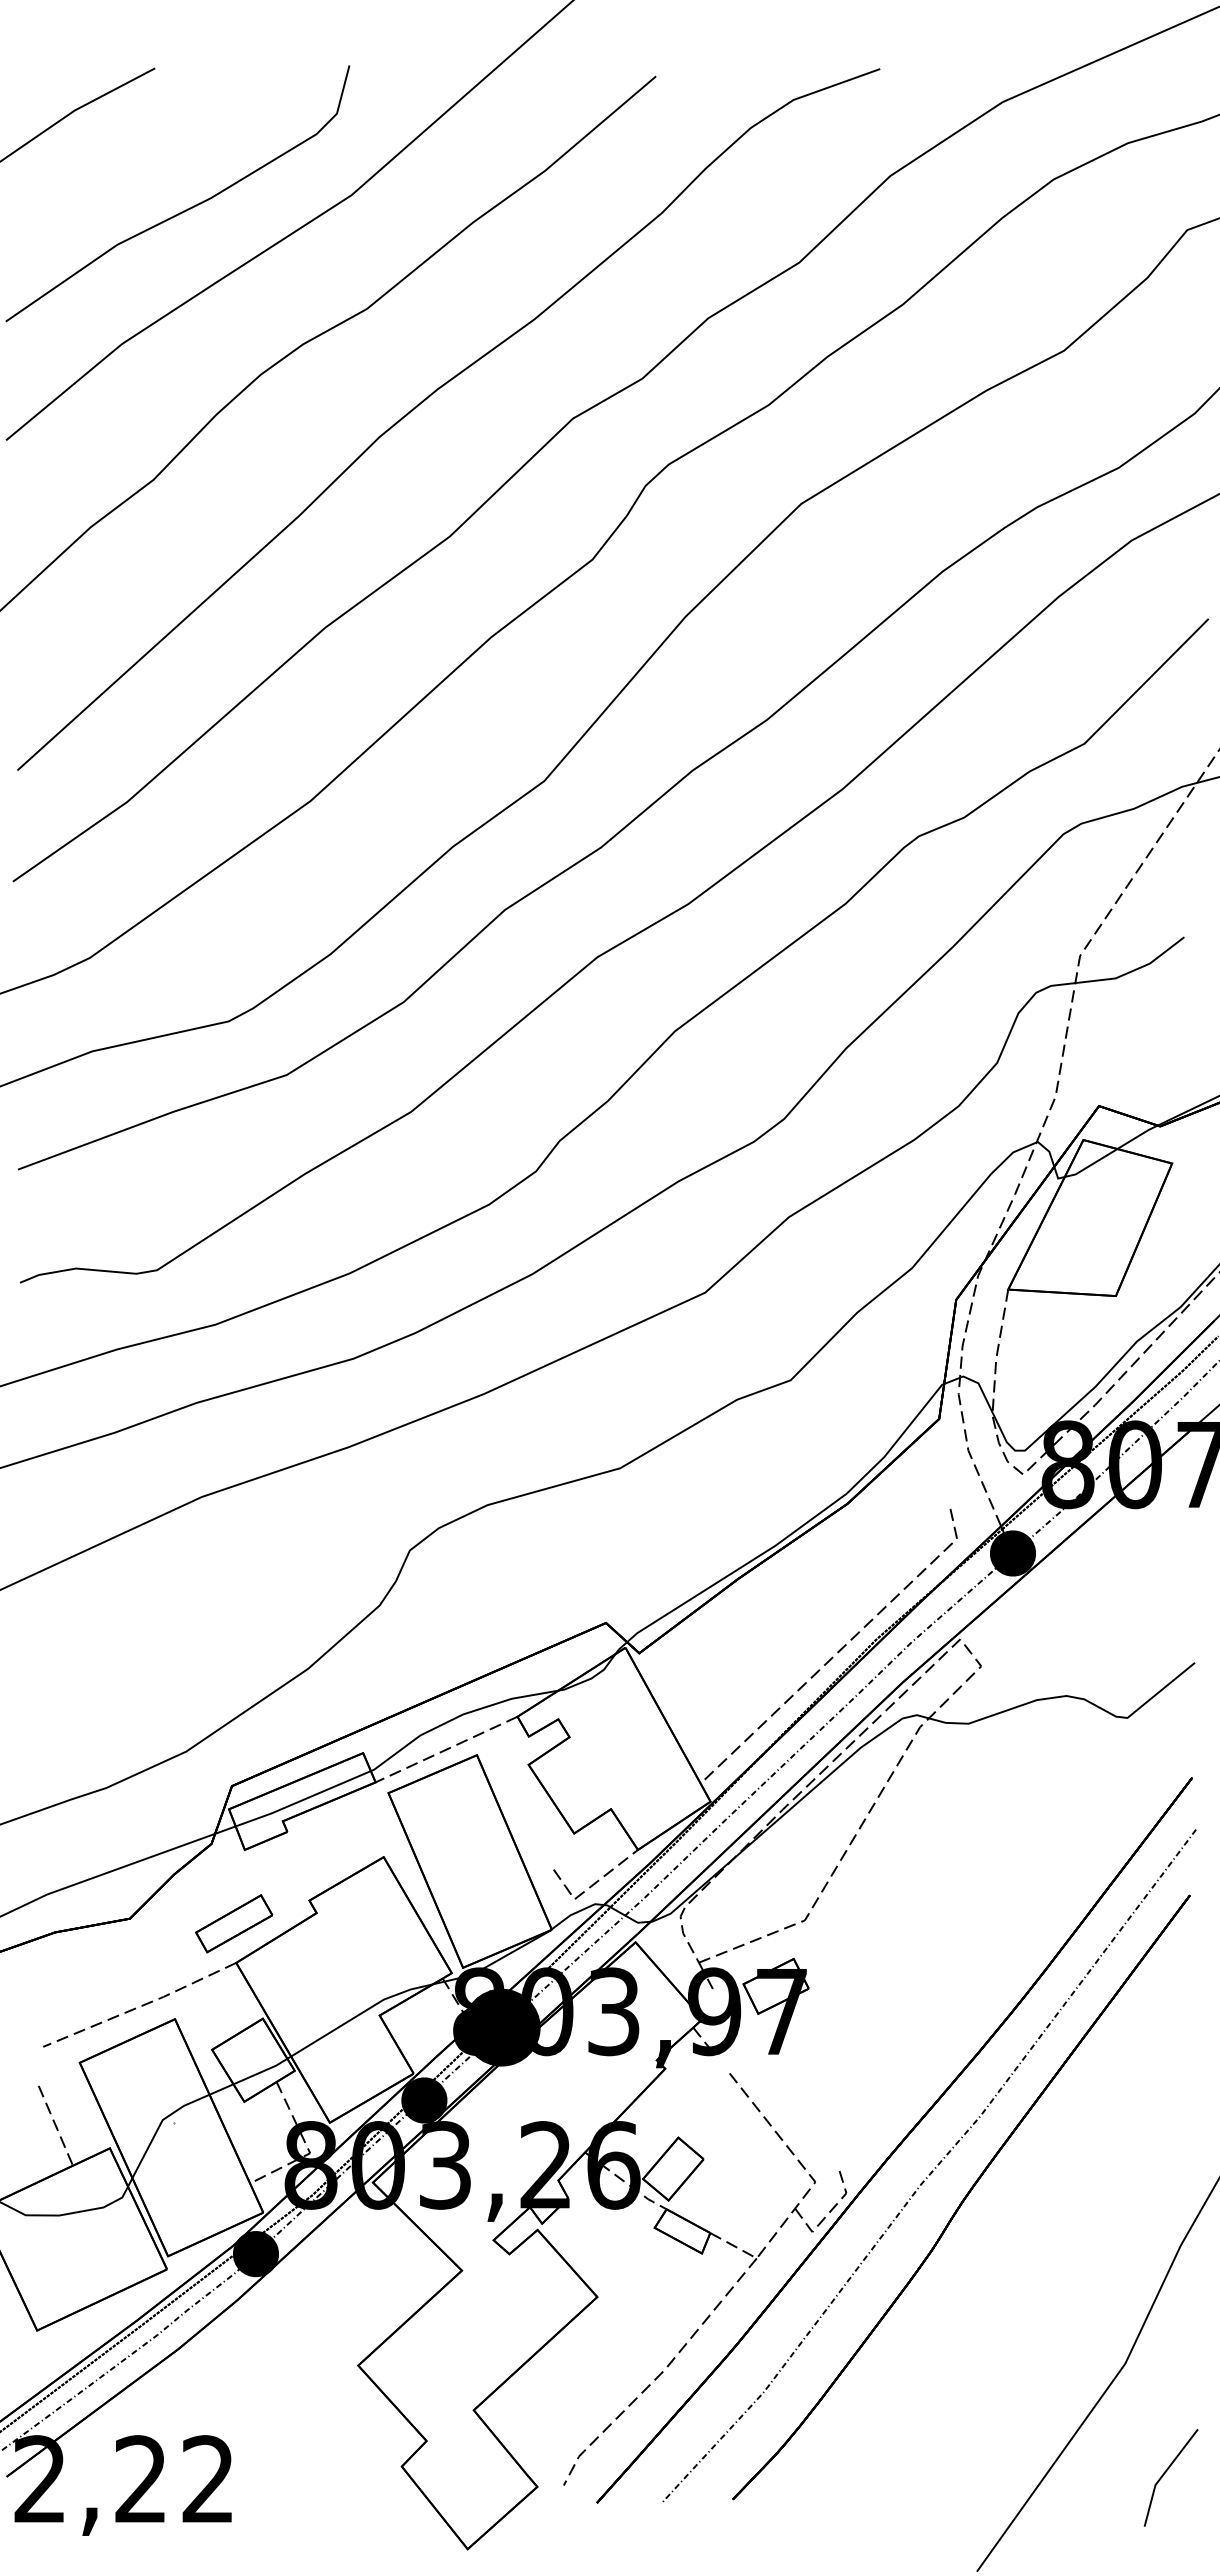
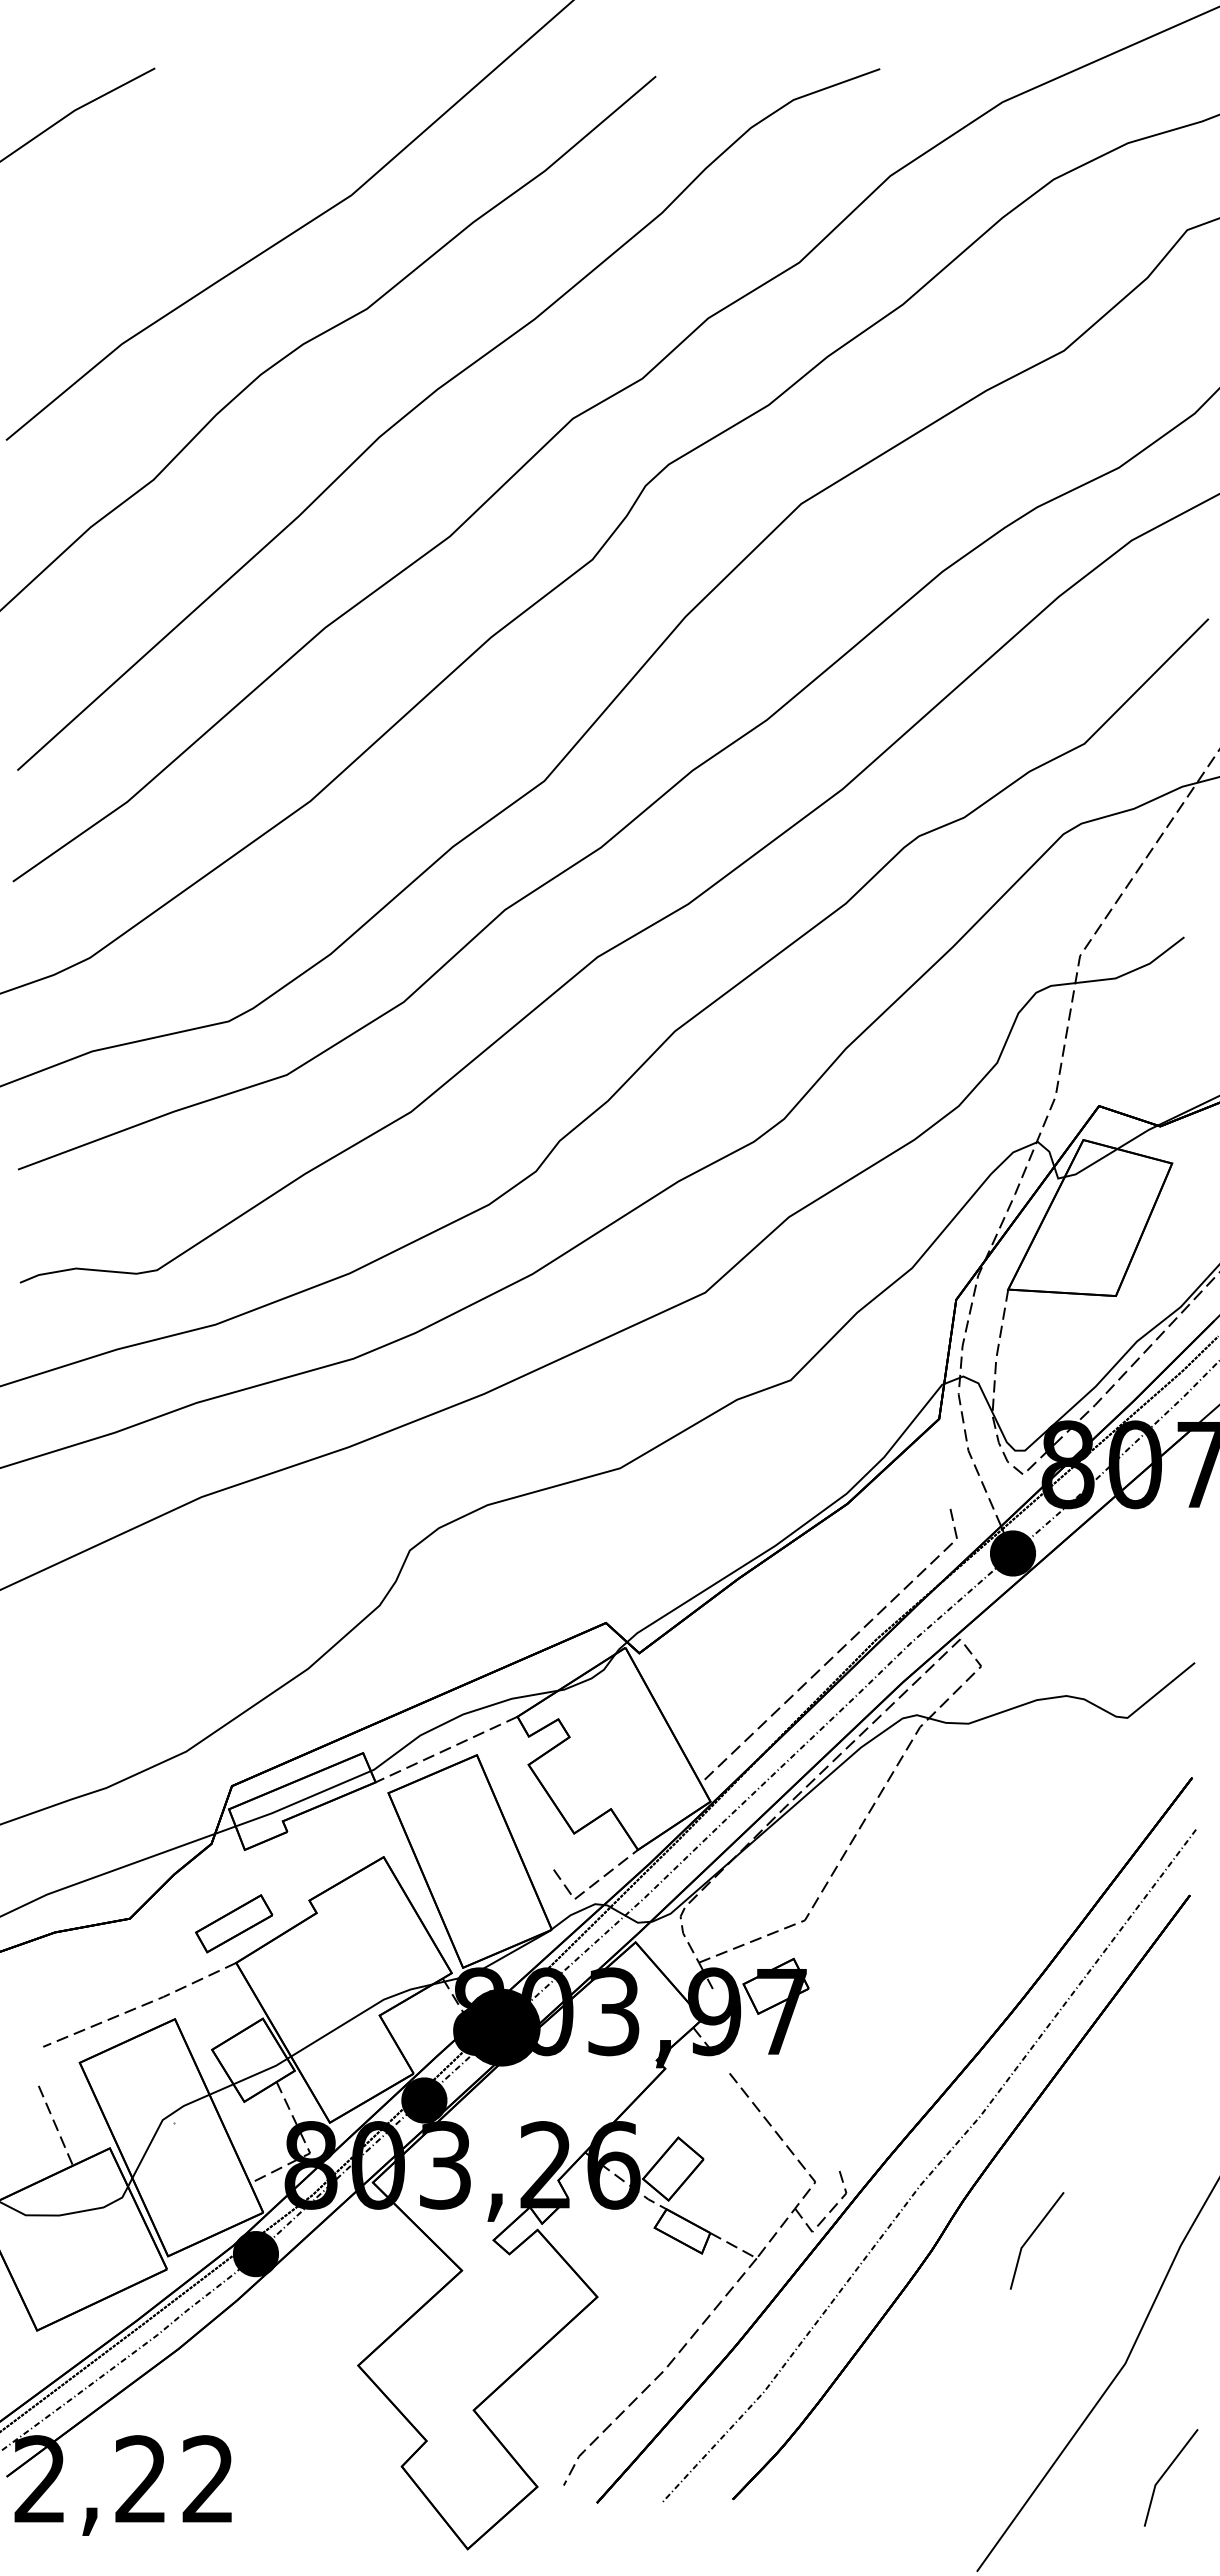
part at (185, 209): present -> none
line at (1032, 2235): none -> present
